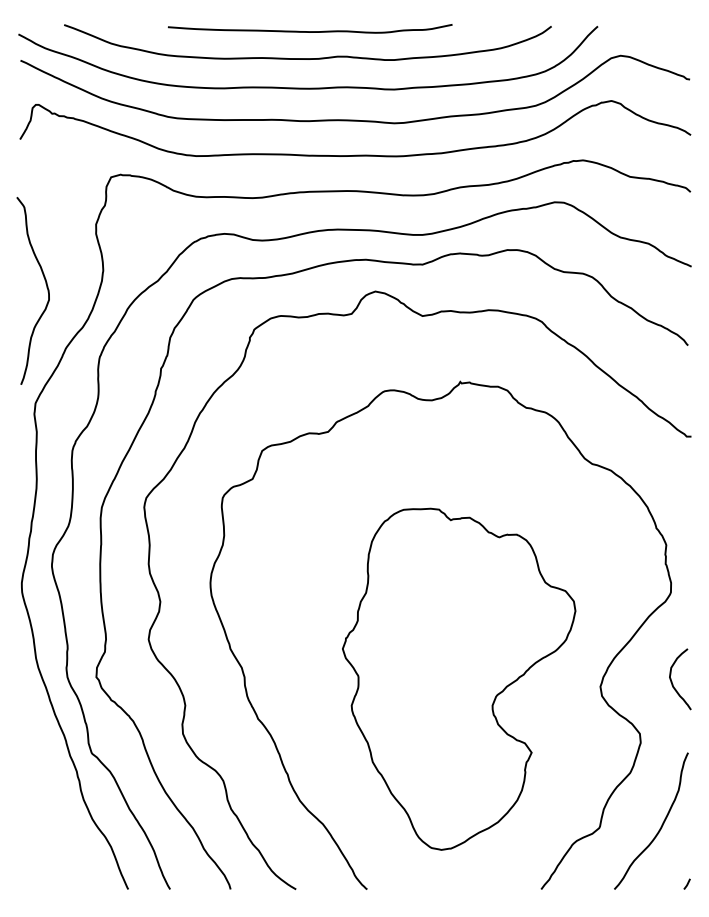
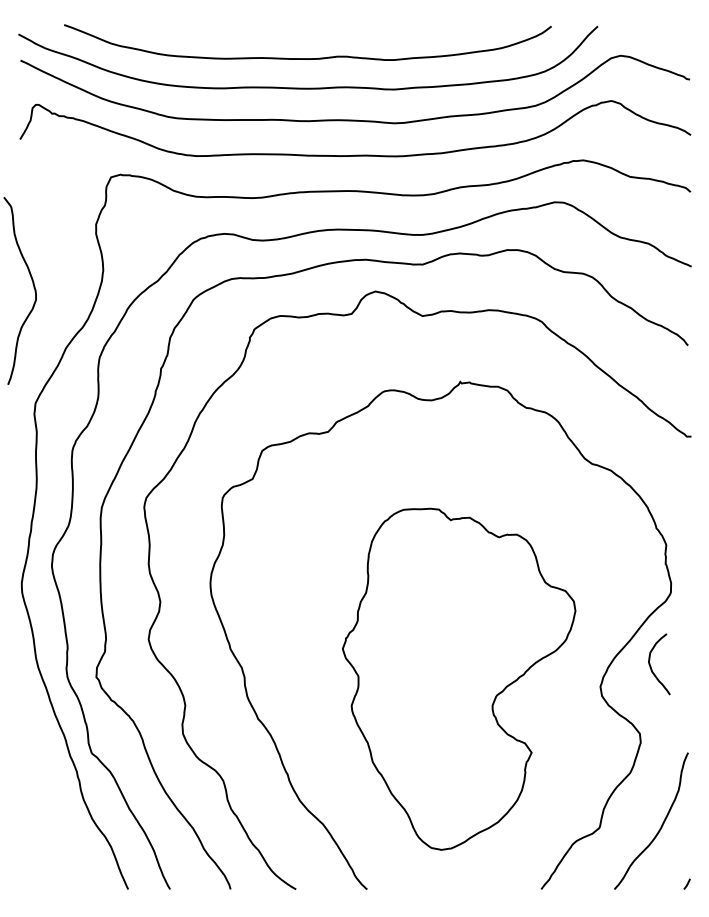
curve at (310, 31): present -> none
curve at (46, 288) position: (46, 288) -> (33, 288)
curve at (672, 681) position: (672, 681) -> (651, 666)
